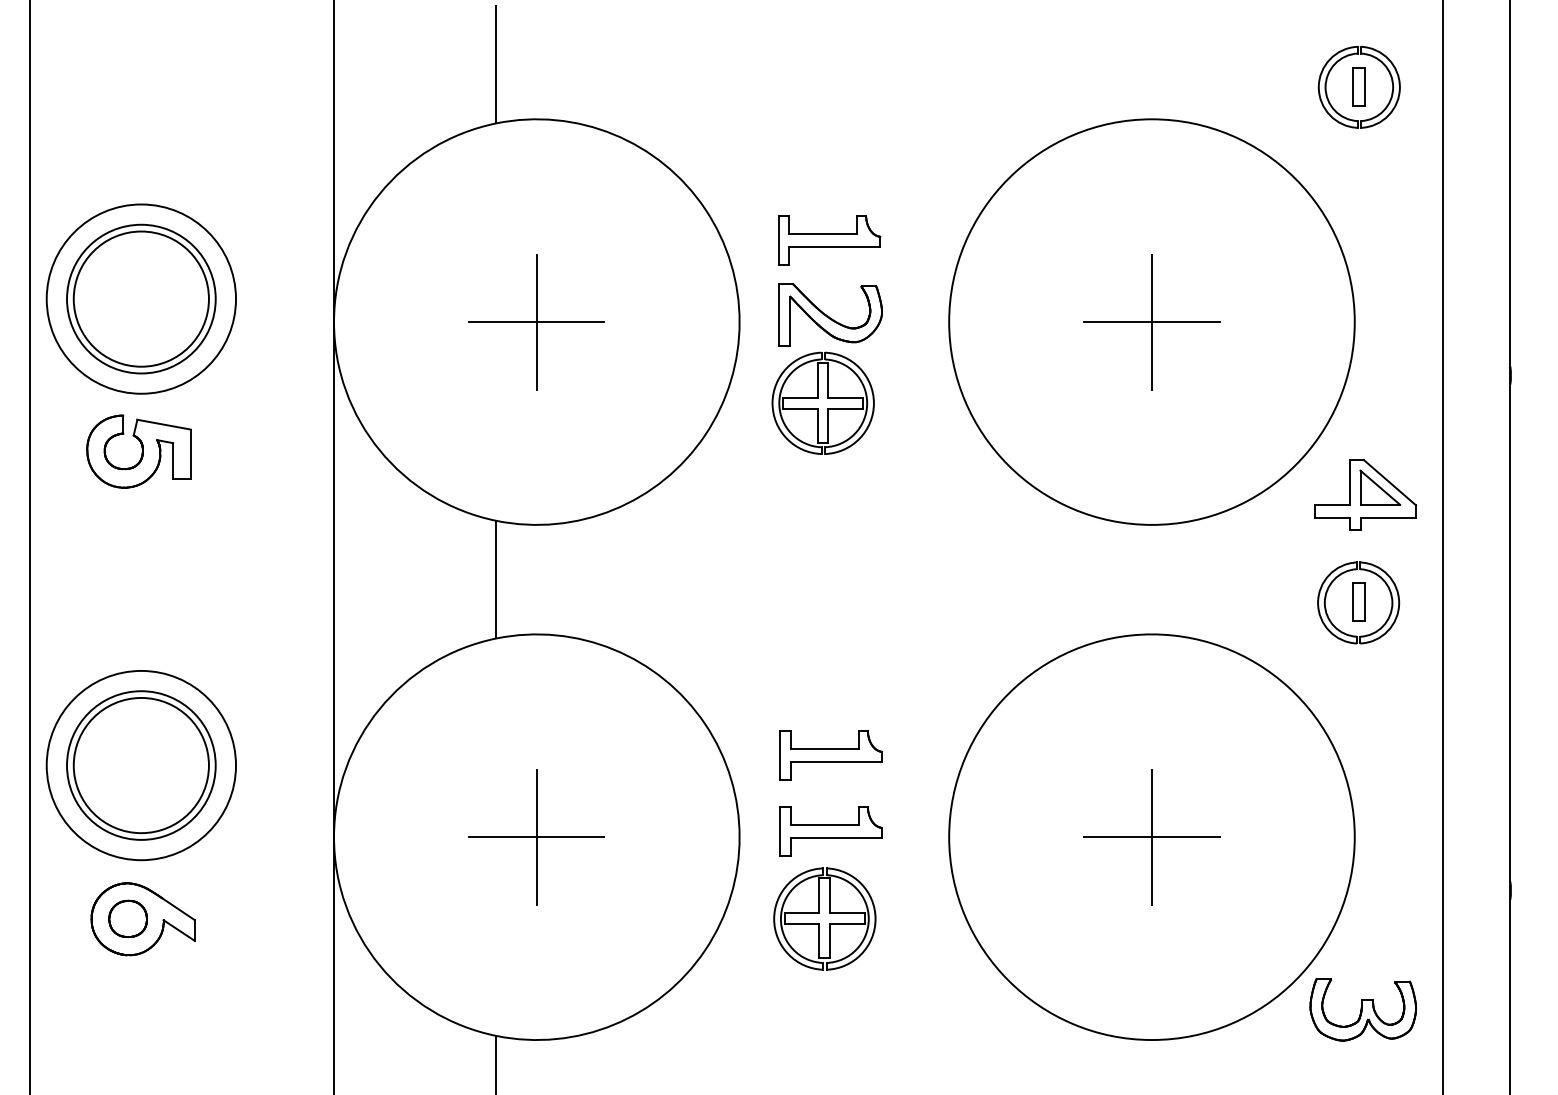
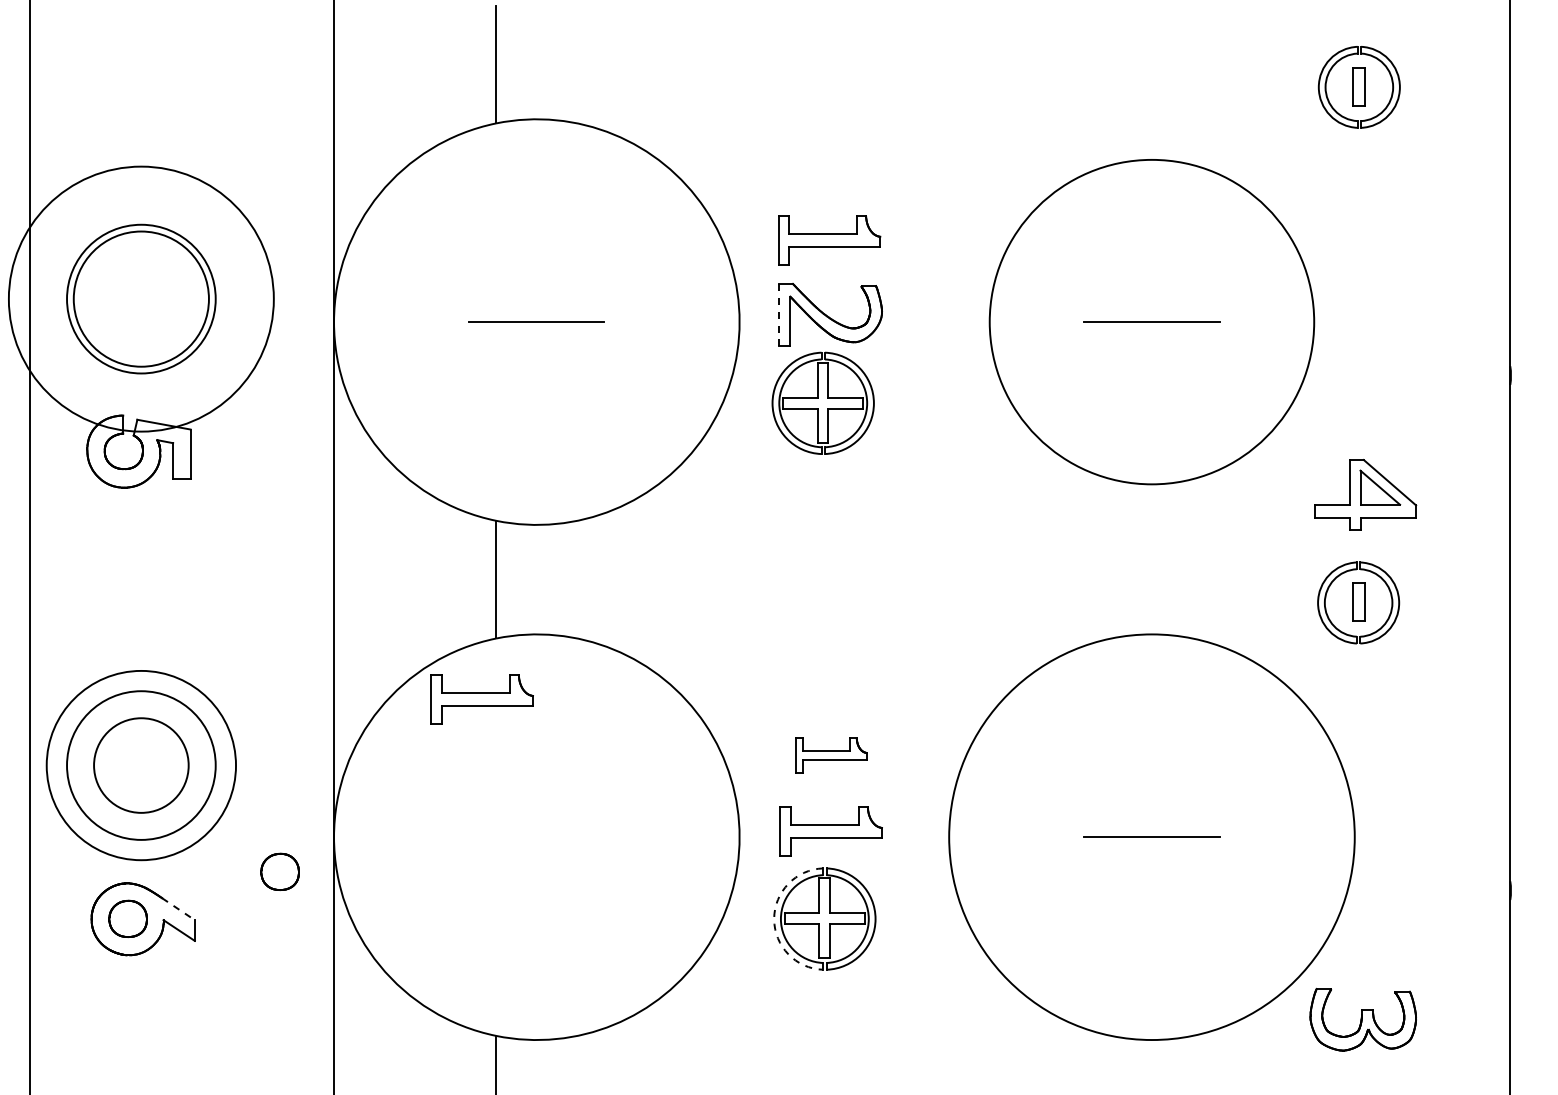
circle at (141, 298) diameter: 189 px -> 265 px
line at (778, 314): solid -> dashed
line at (536, 321): present -> none
circle at (1151, 321) diameter: 406 px -> 324 px
line at (1151, 321): present -> none
line at (1442, 546): present -> none
part at (481, 699): none -> present
part at (830, 755) size: 104x51 px -> 73x37 px
circle at (140, 765) diameter: 135 px -> 95 px
line at (1151, 836): present -> none
part at (536, 837): present -> none
part at (279, 871): none -> present
line at (178, 909): solid -> dashed
arc at (774, 919): solid -> dashed
part at (1362, 1009) position: (1362, 1009) -> (1362, 1019)
